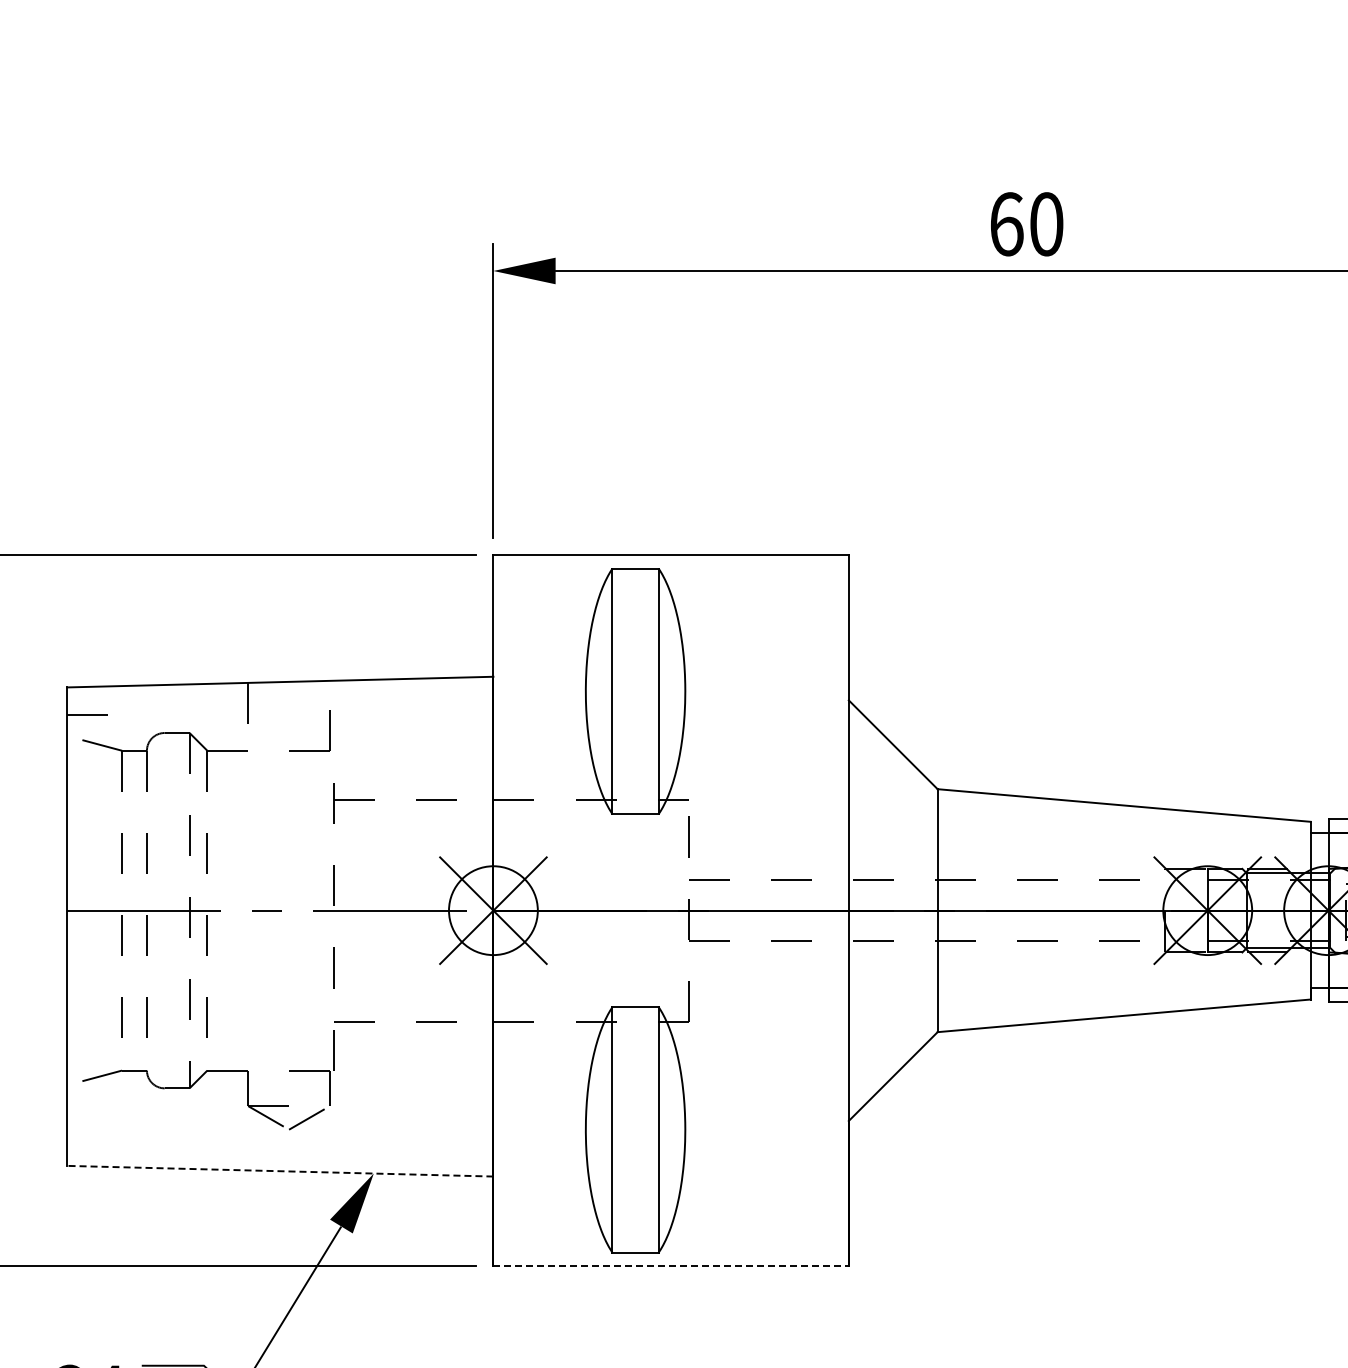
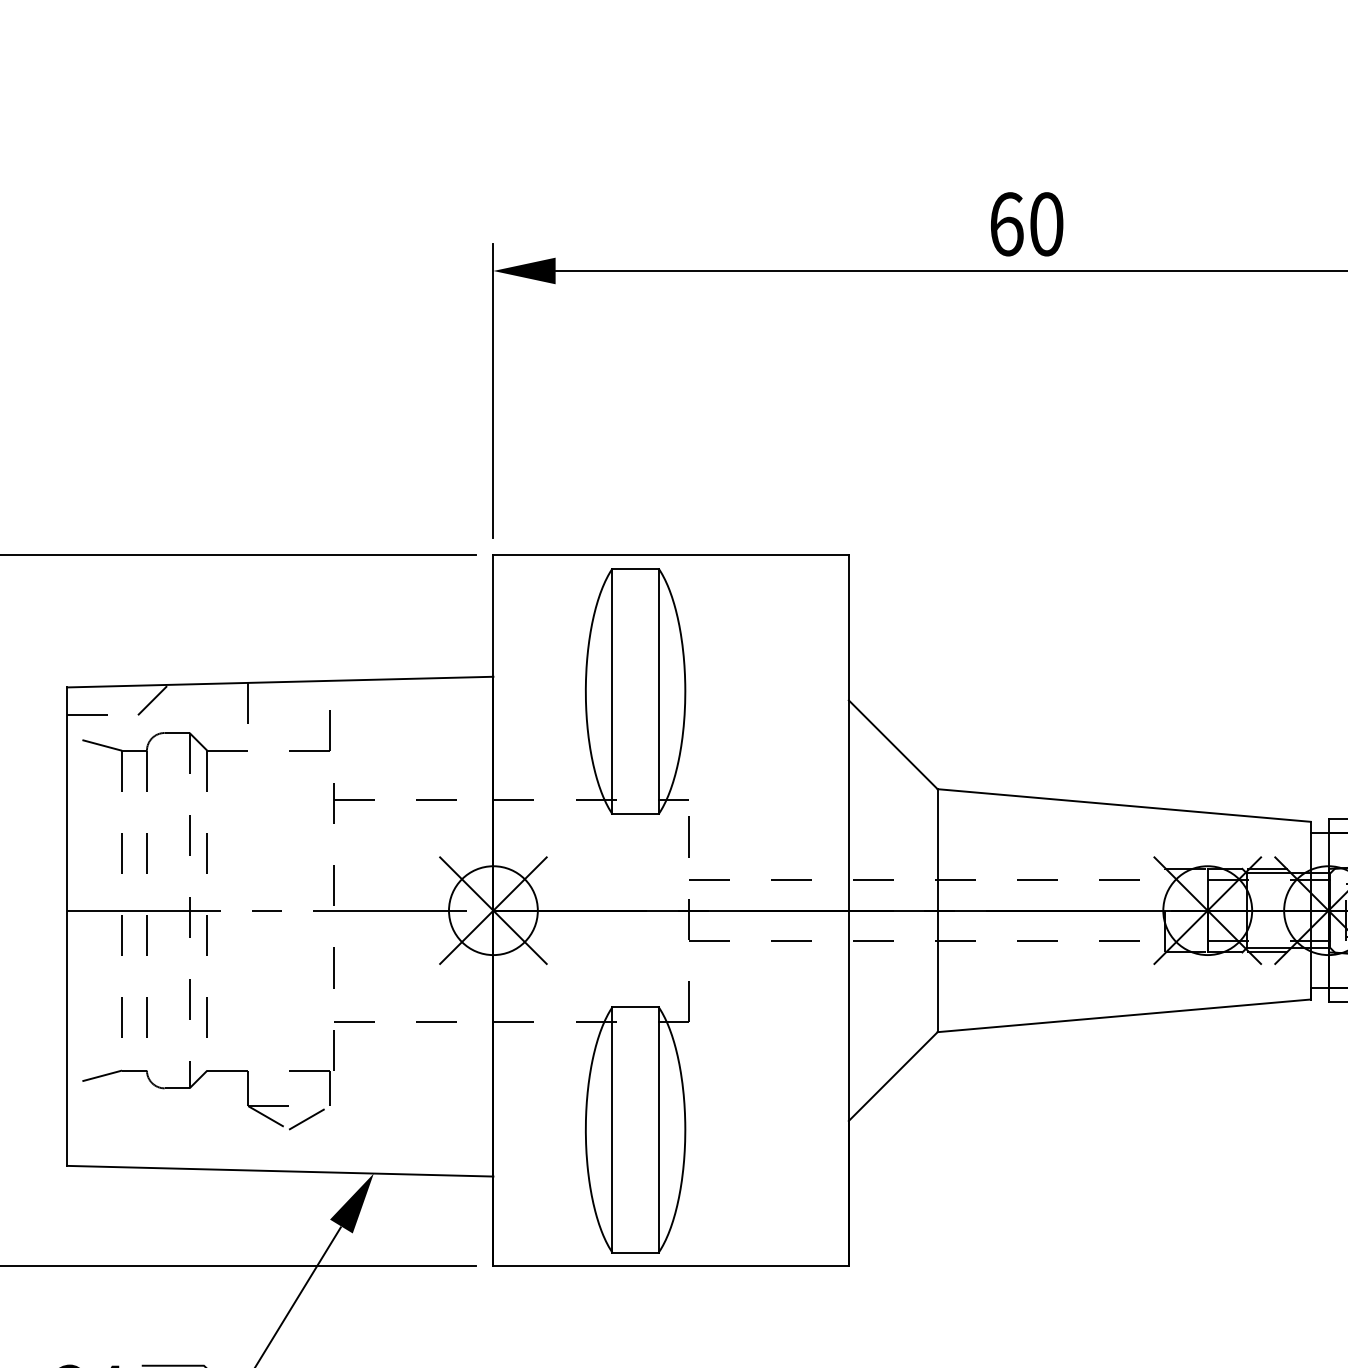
line at (153, 699): none -> present
line at (279, 1171): dashed -> solid
line at (671, 1266): dashed -> solid
